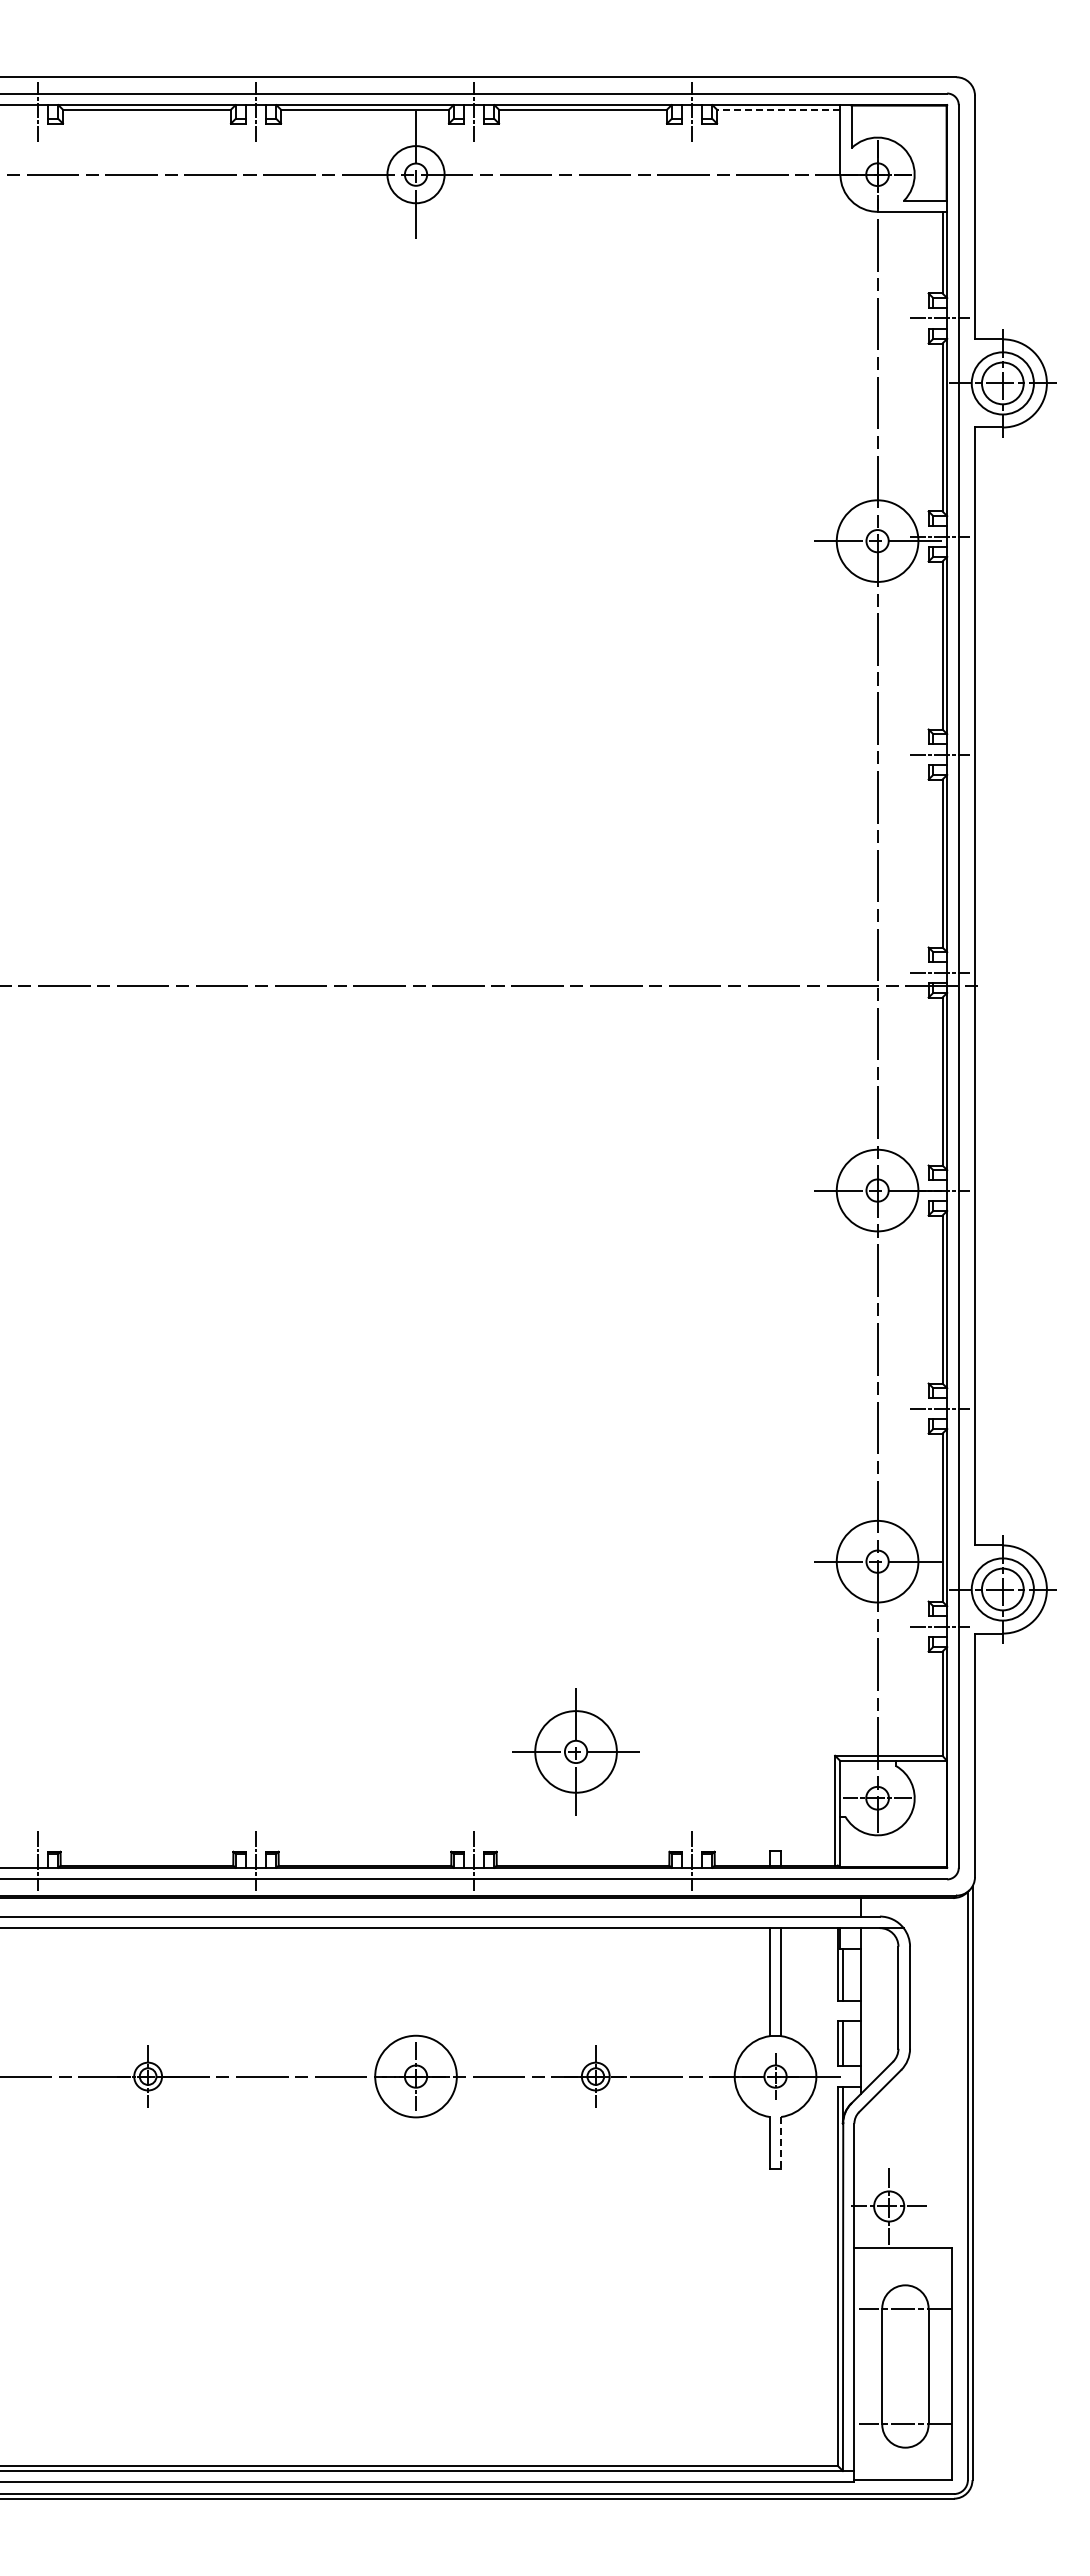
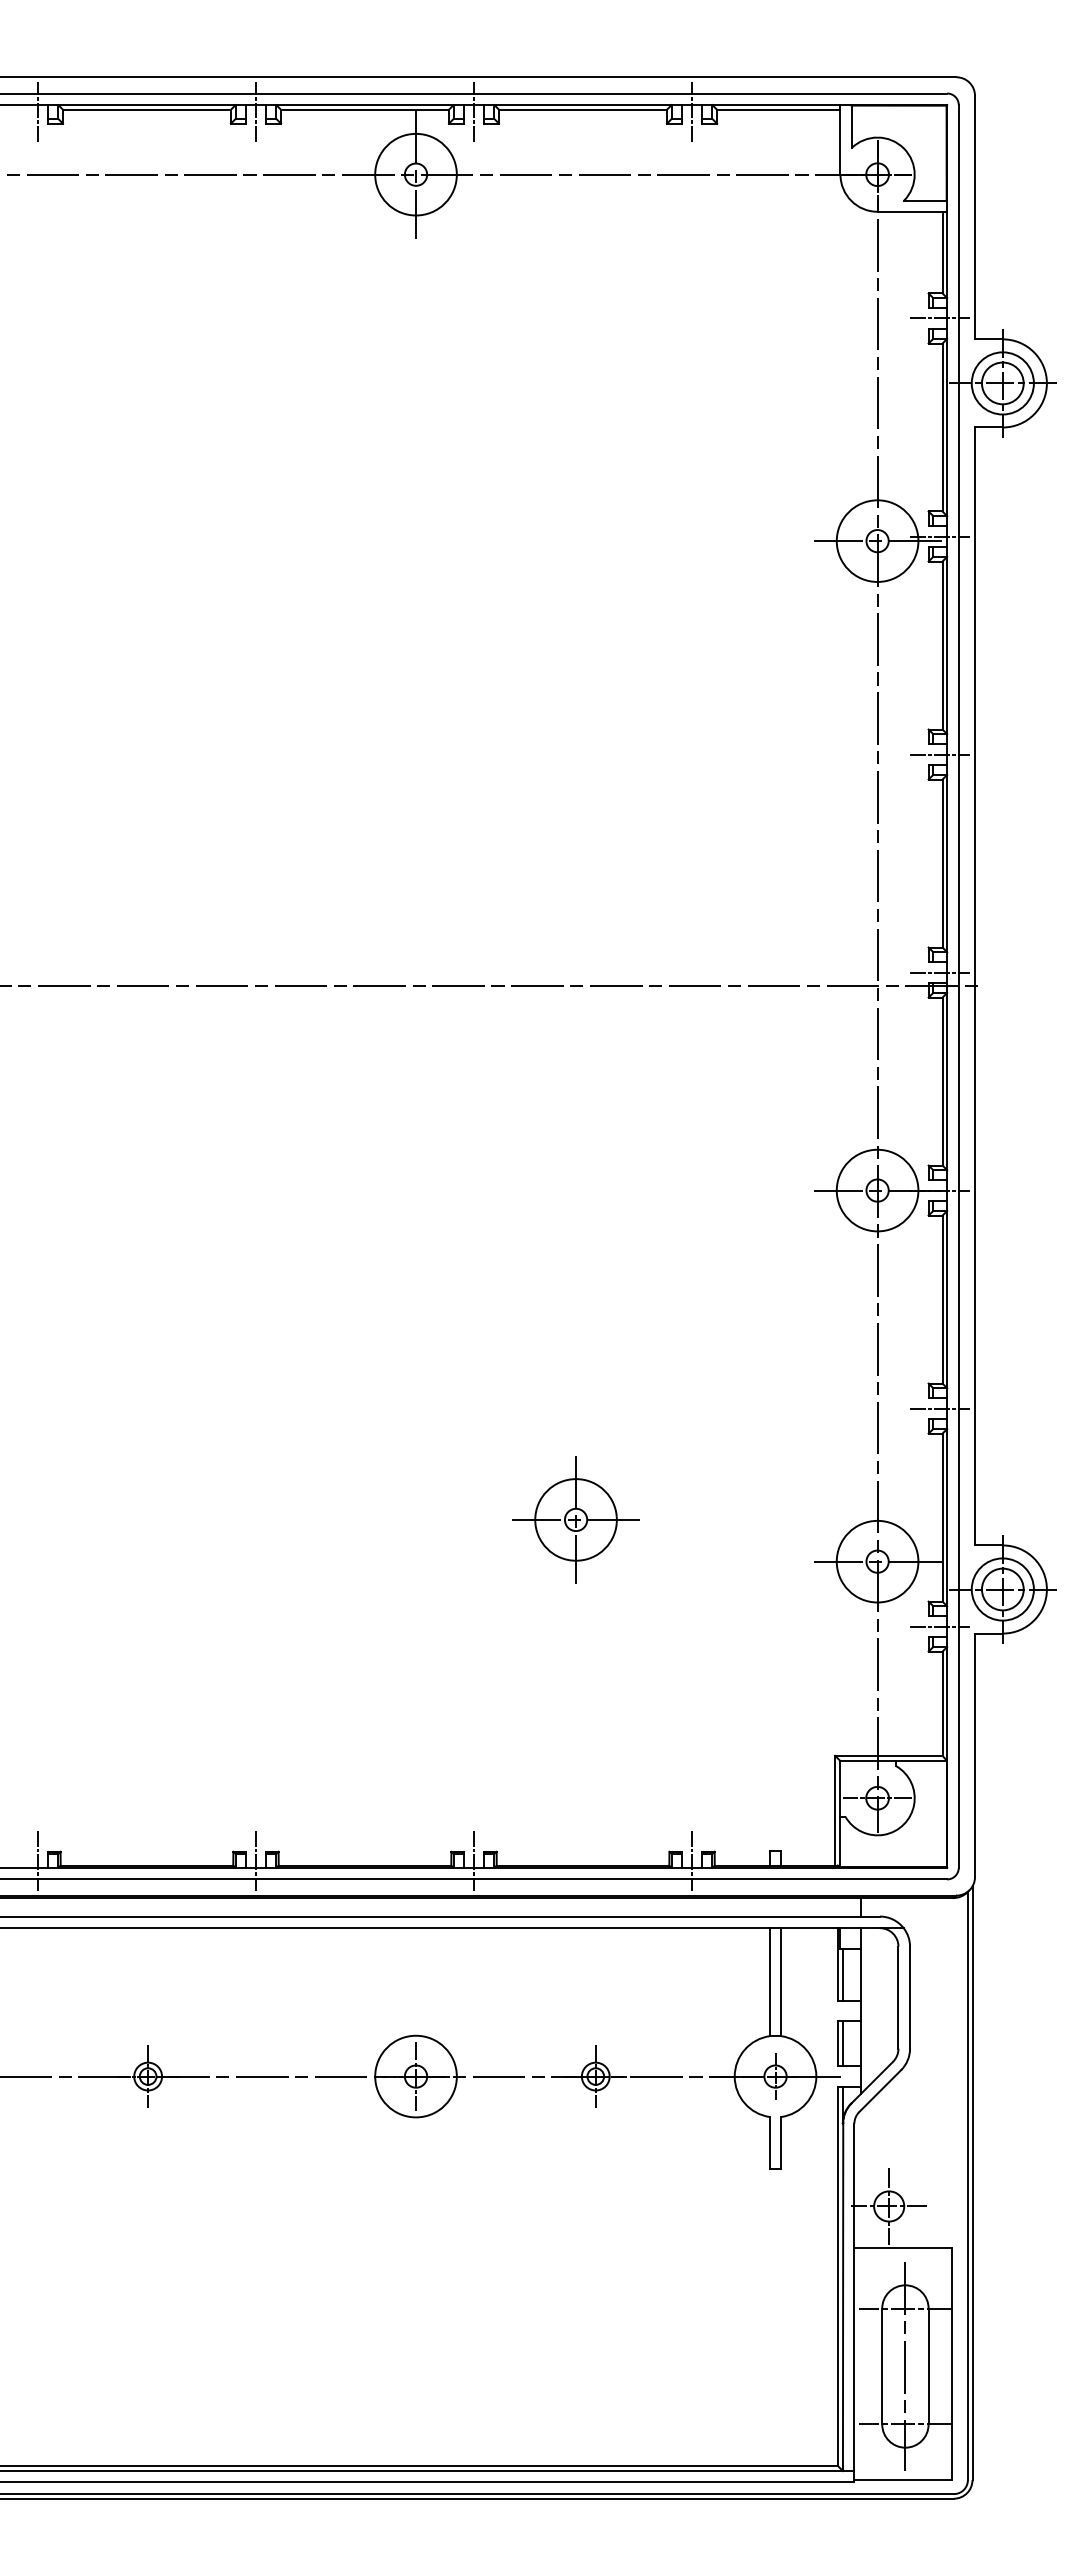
line at (778, 109): dashed -> solid
circle at (415, 174) diameter: 57 px -> 82 px
part at (575, 1751) position: (575, 1751) -> (575, 1519)
line at (781, 2143): dashed -> solid
line at (905, 2366): none -> present
